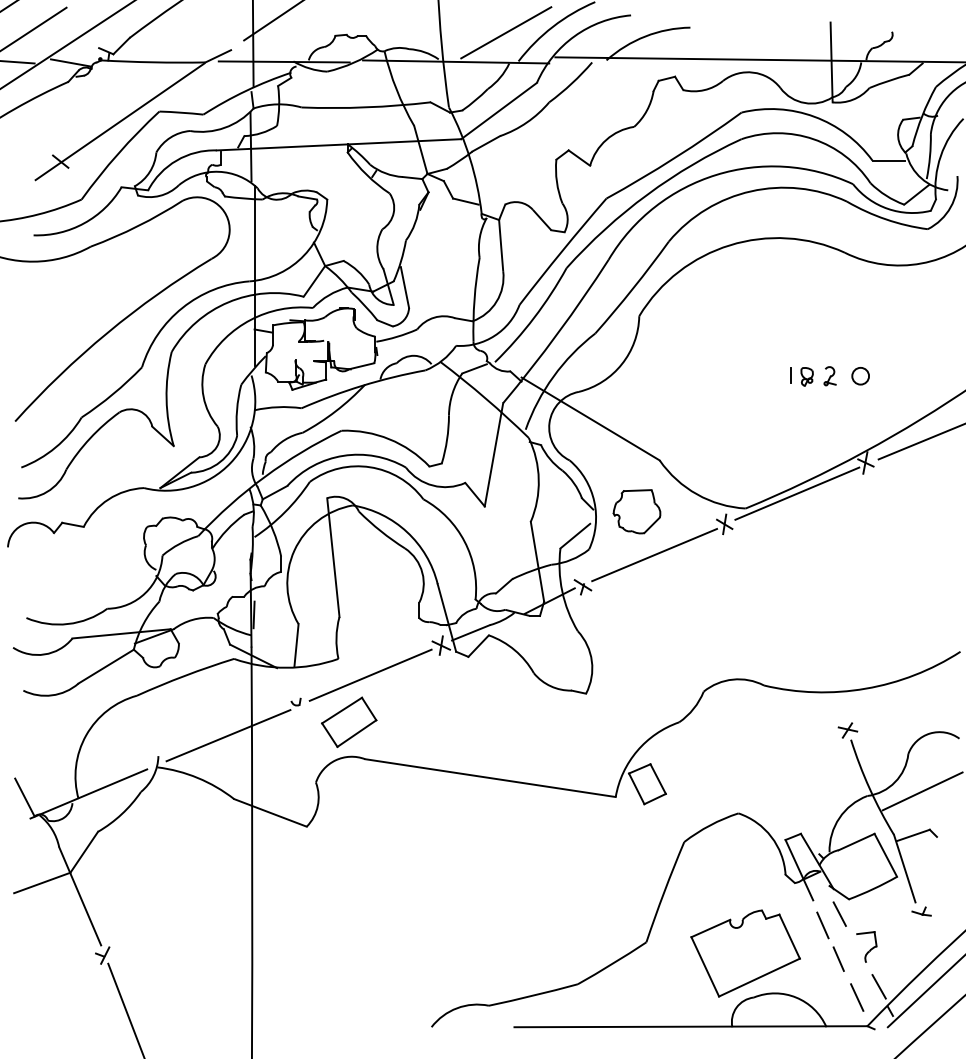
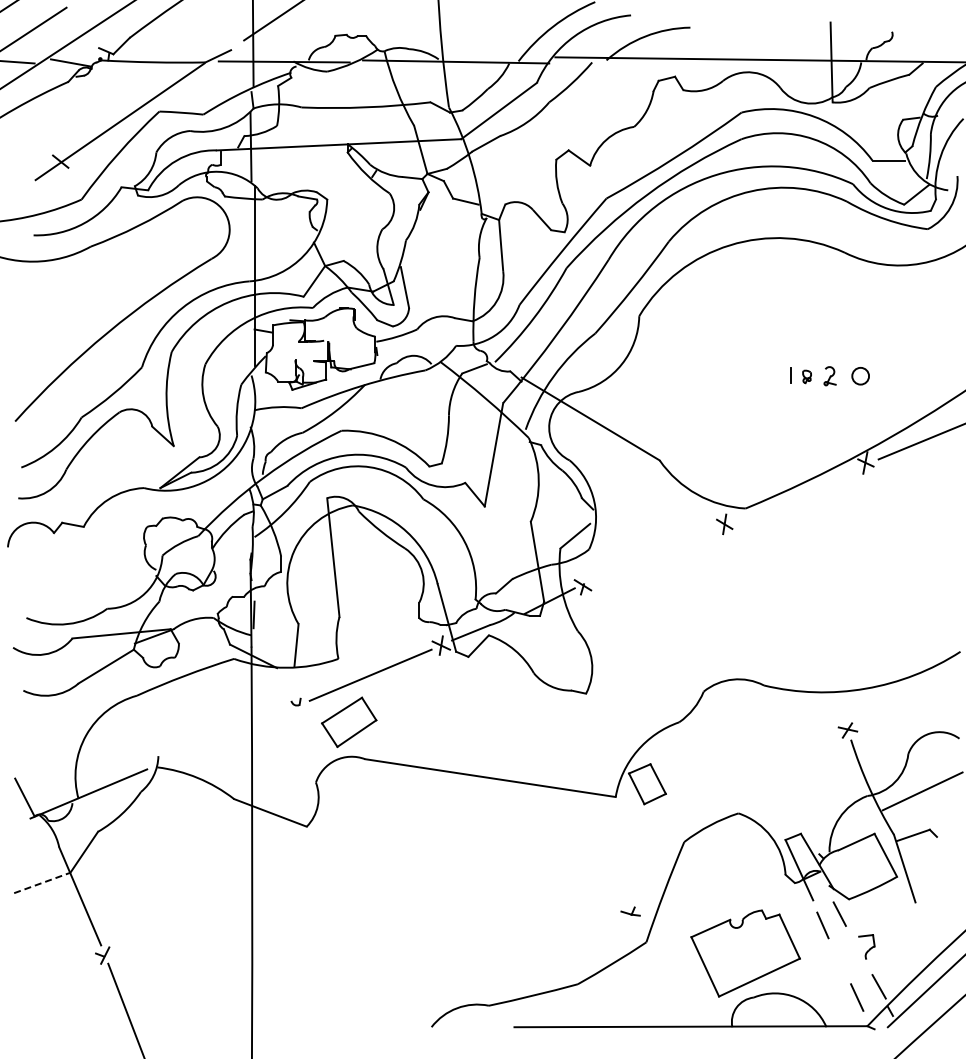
line at (506, 32): present -> none
part at (806, 376) size: 14x20 px -> 10x16 px
line at (797, 493): present -> none
part at (636, 511): present -> none
line at (654, 554): present -> none
line at (228, 735): present -> none
line at (42, 882): solid -> dashed
part at (921, 911) position: (921, 911) -> (630, 911)
part at (866, 946) size: 22x32 px -> 18x26 px
line at (838, 958): present -> none
